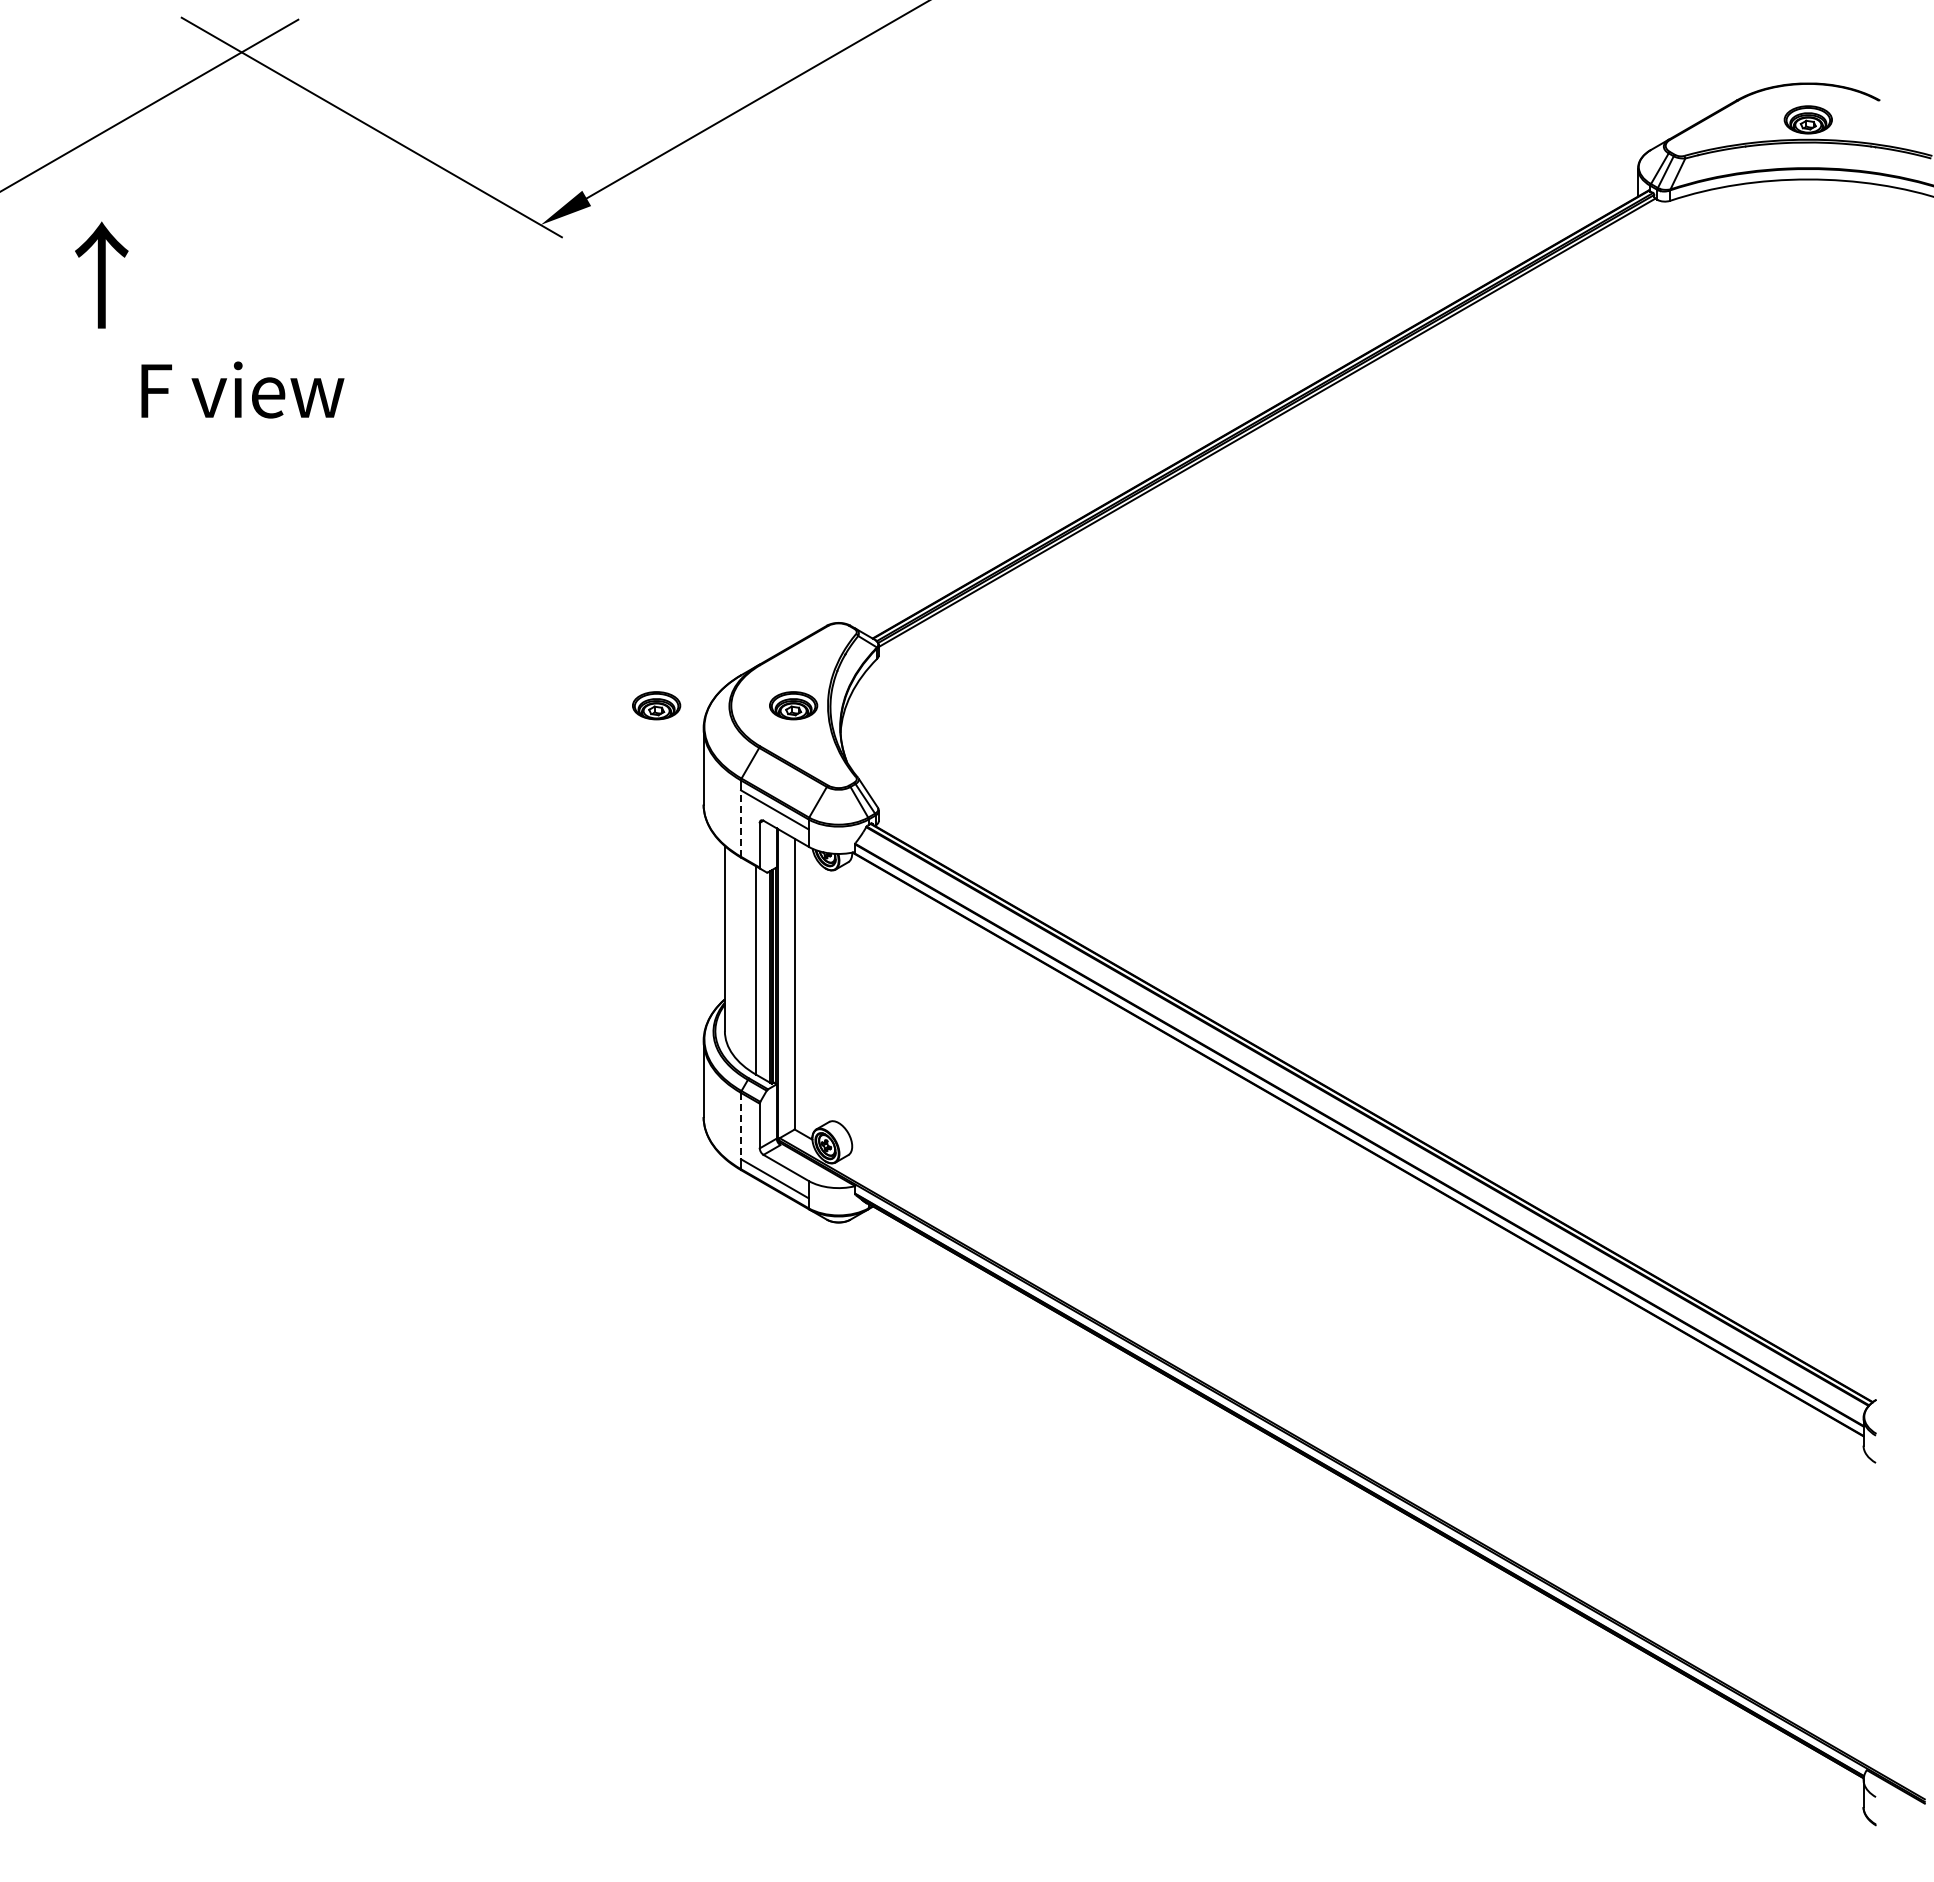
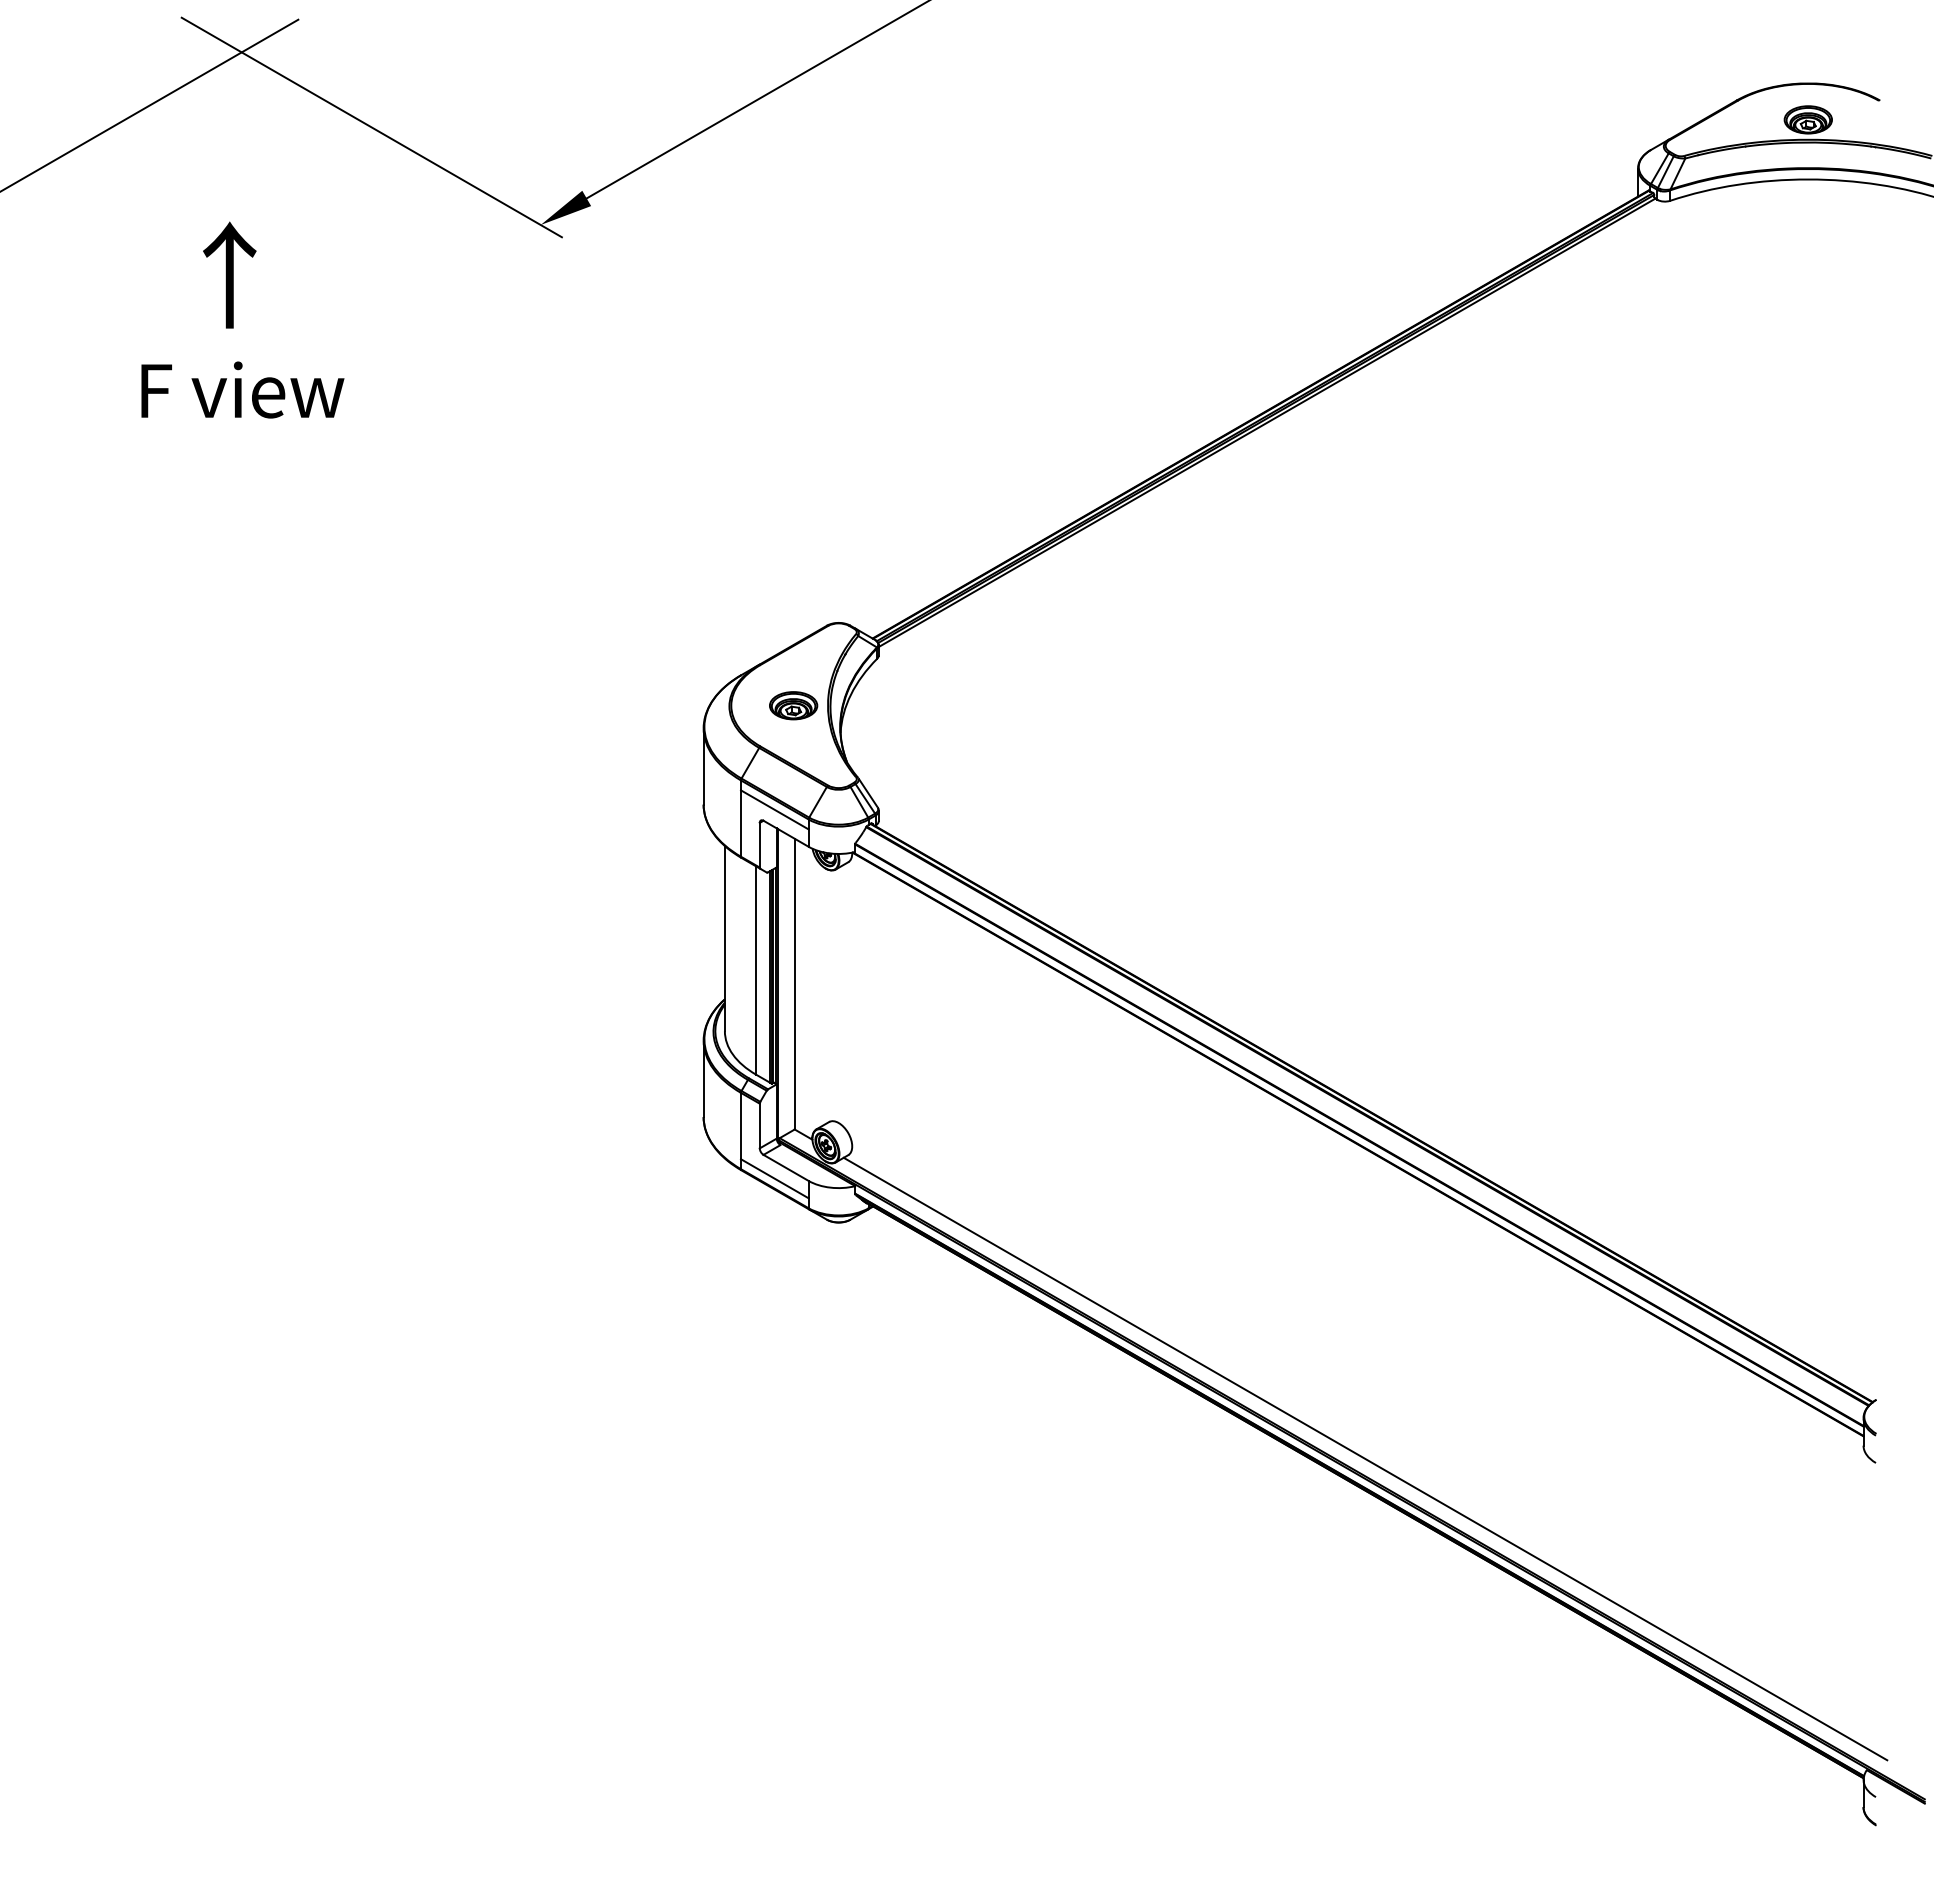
text at (101, 274) position: (101, 274) -> (229, 274)
part at (656, 705): present -> none
line at (741, 823): dashed -> solid
line at (741, 1126): dashed -> solid
line at (1365, 1458): none -> present
